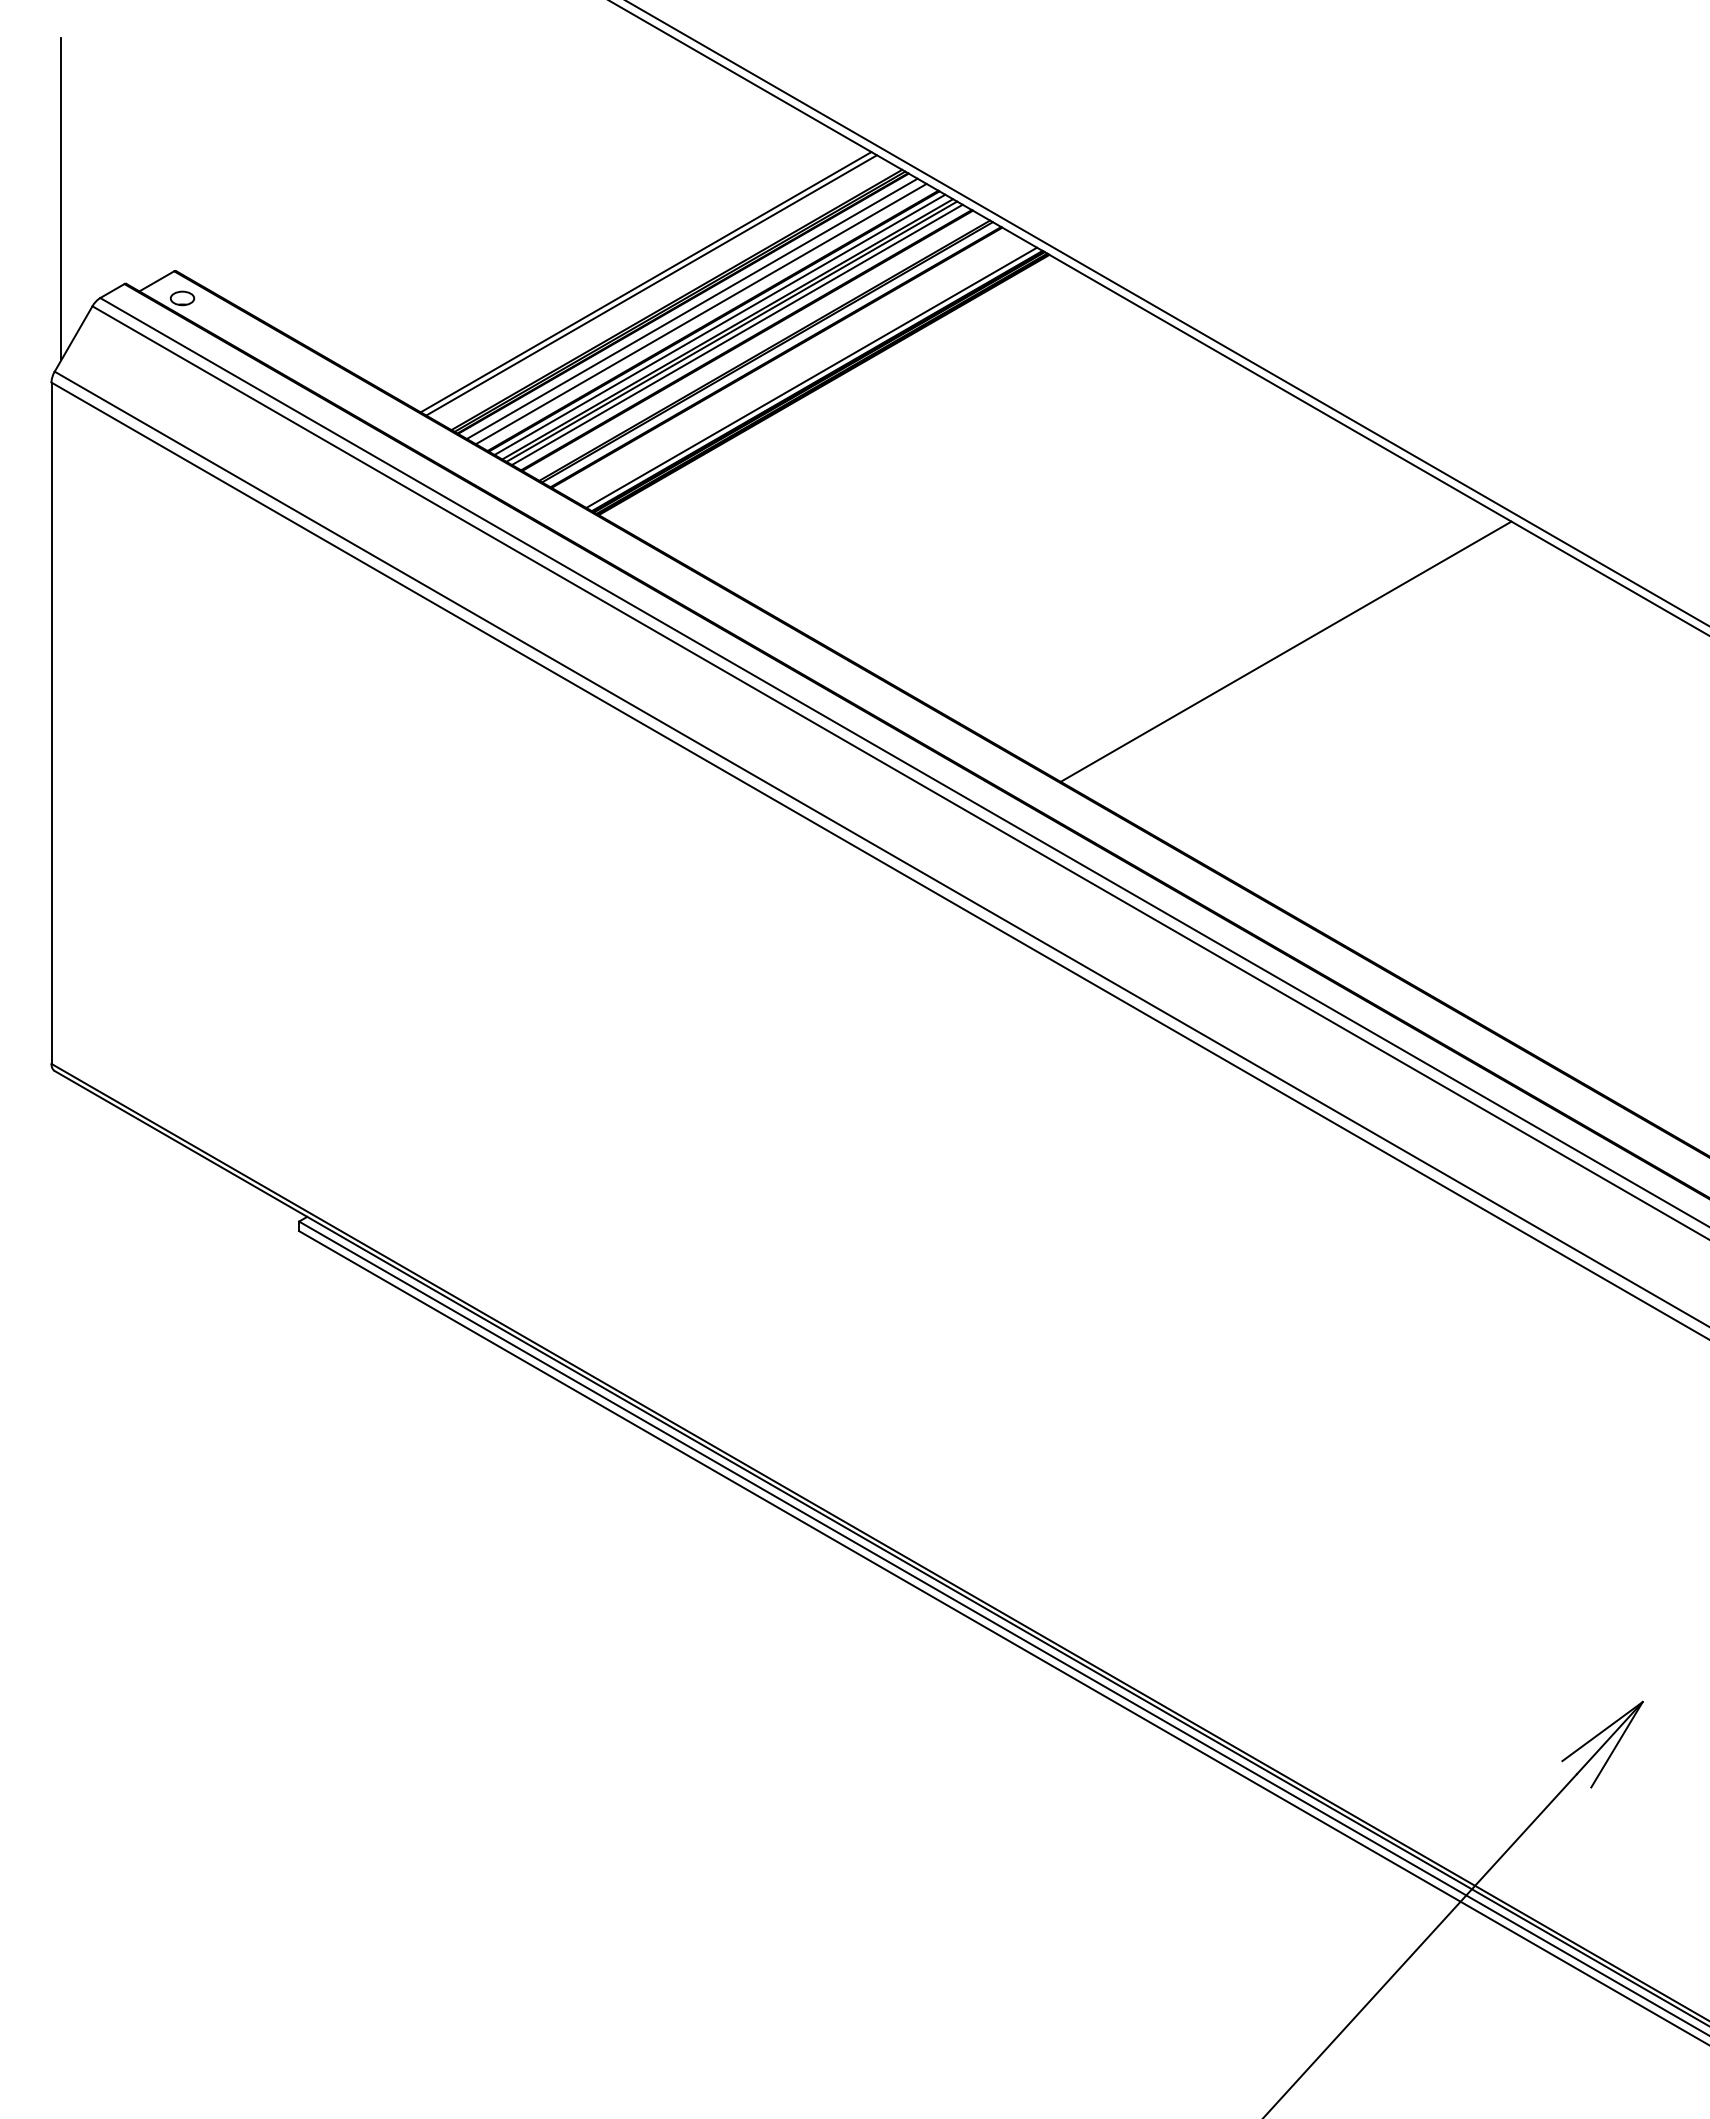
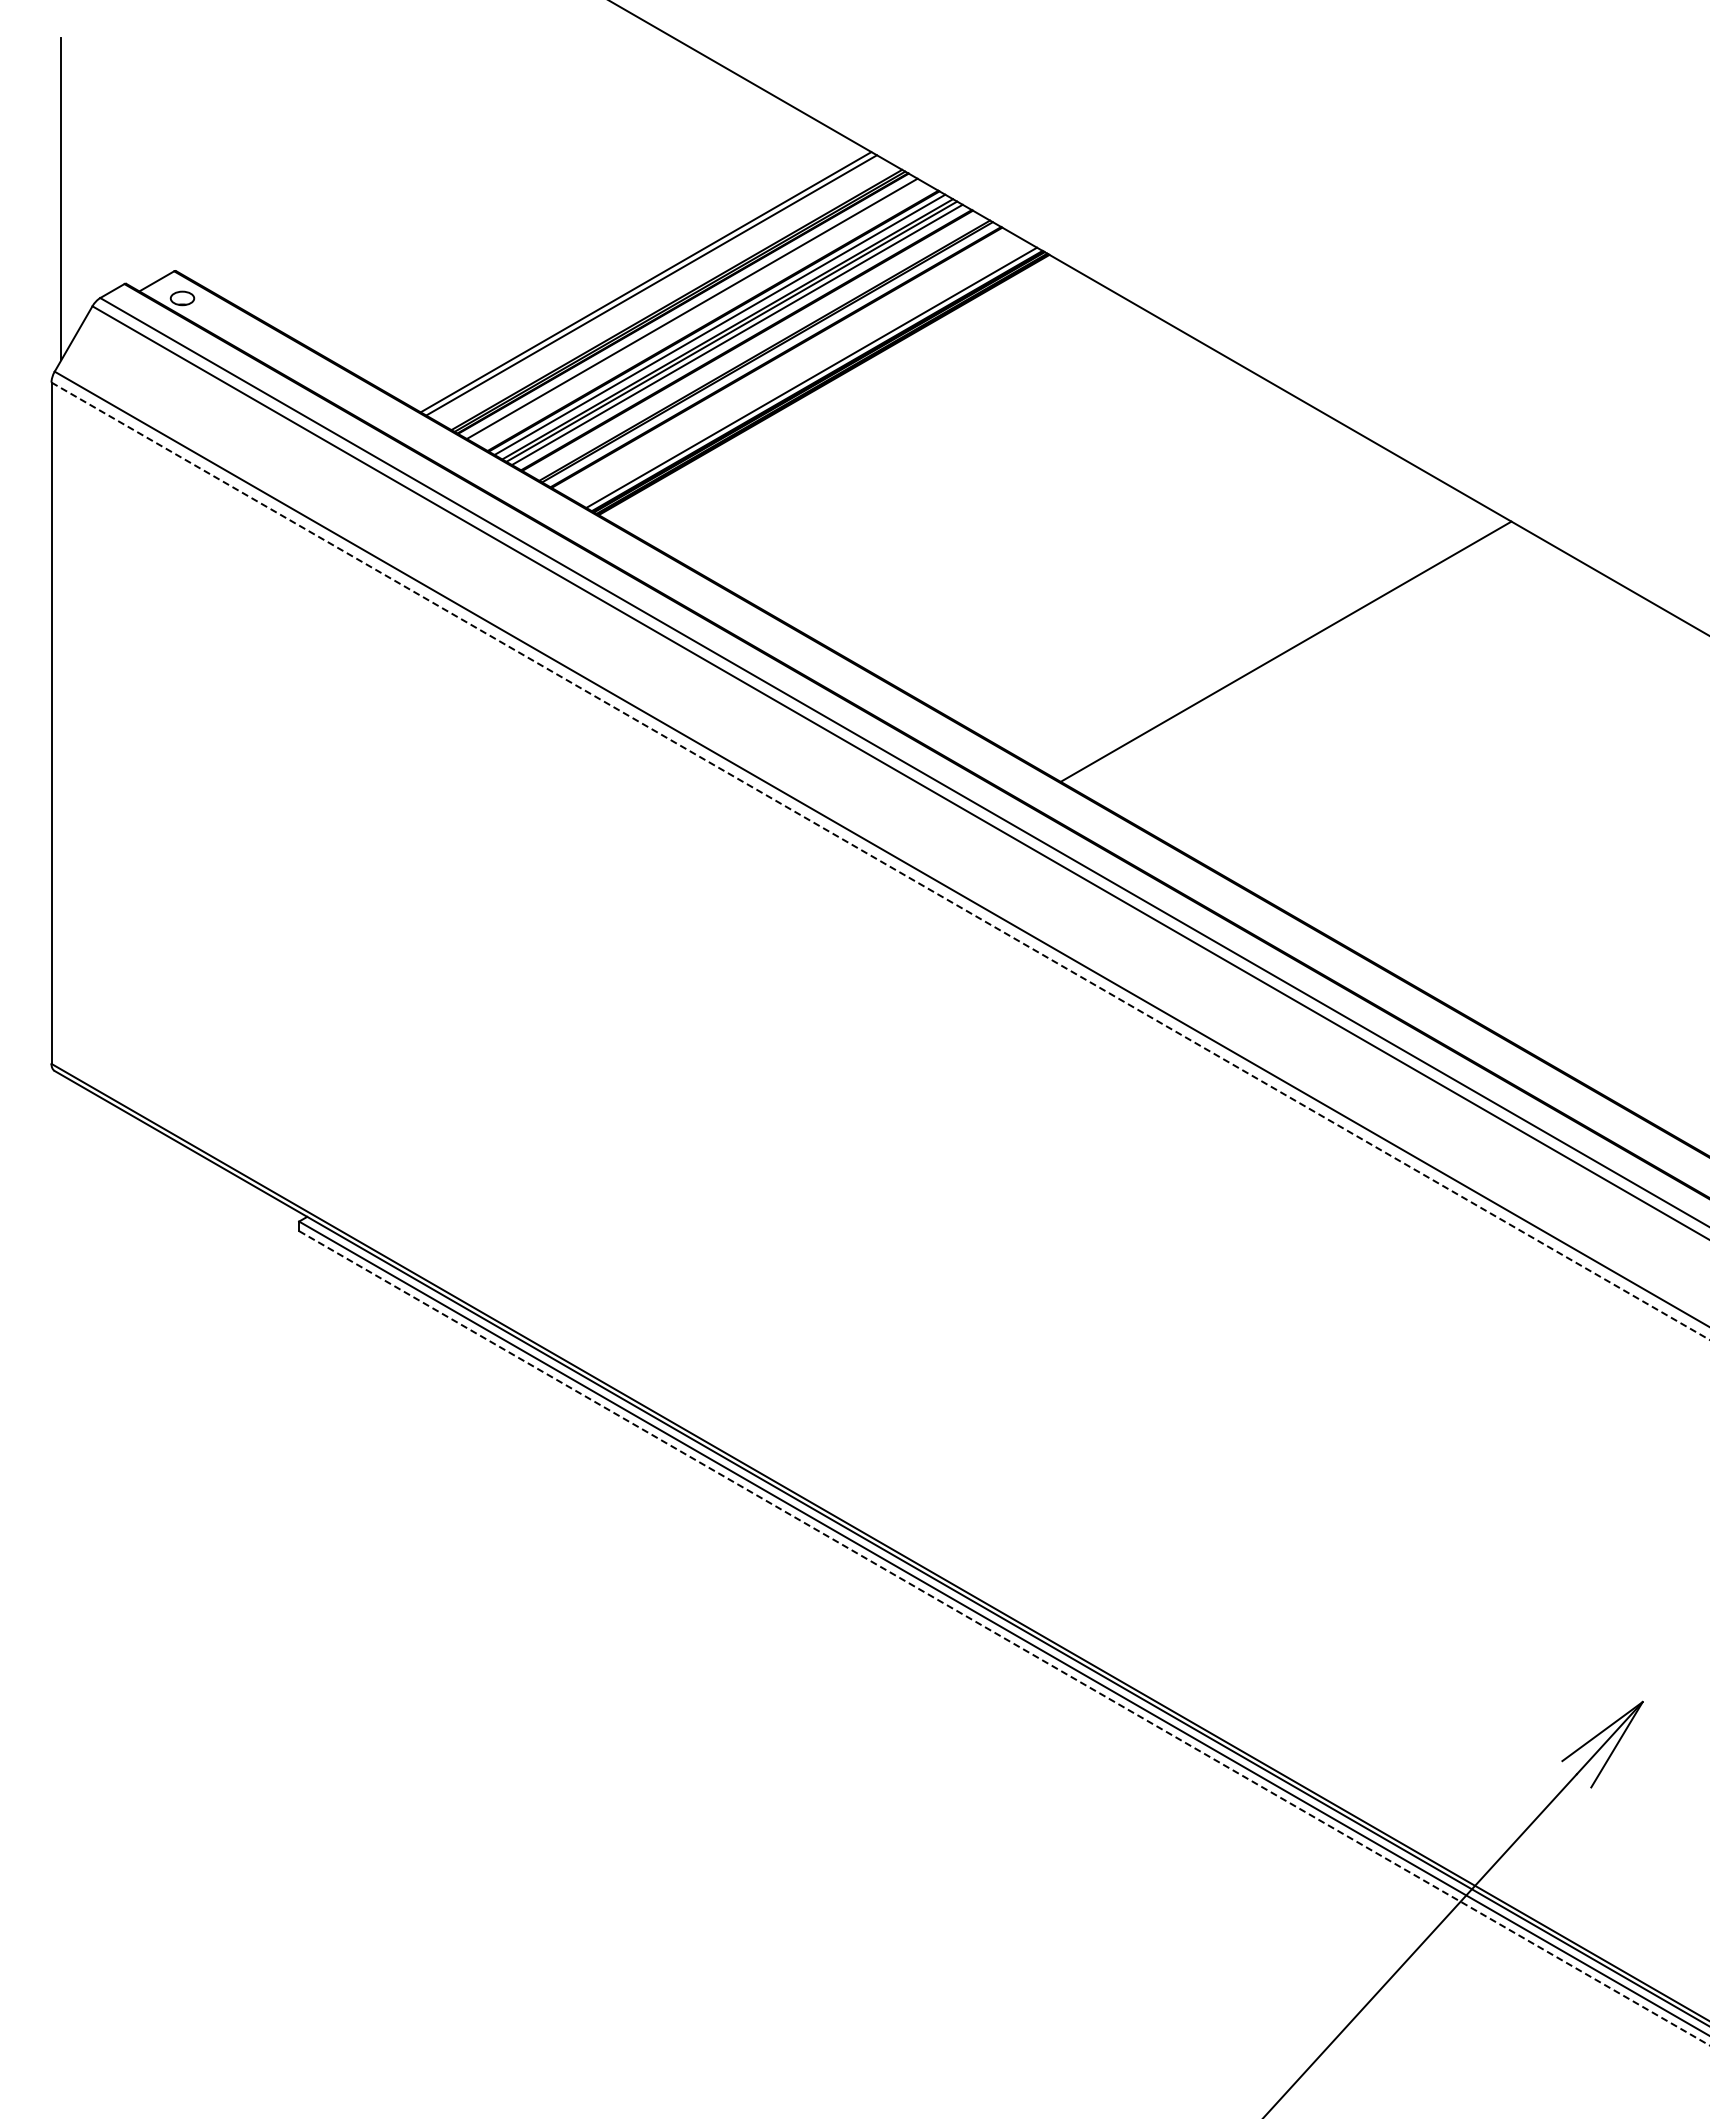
line at (700, 313): present -> none
line at (1167, 313): present -> none
line at (880, 861): solid -> dashed
line at (1004, 1638): solid -> dashed
